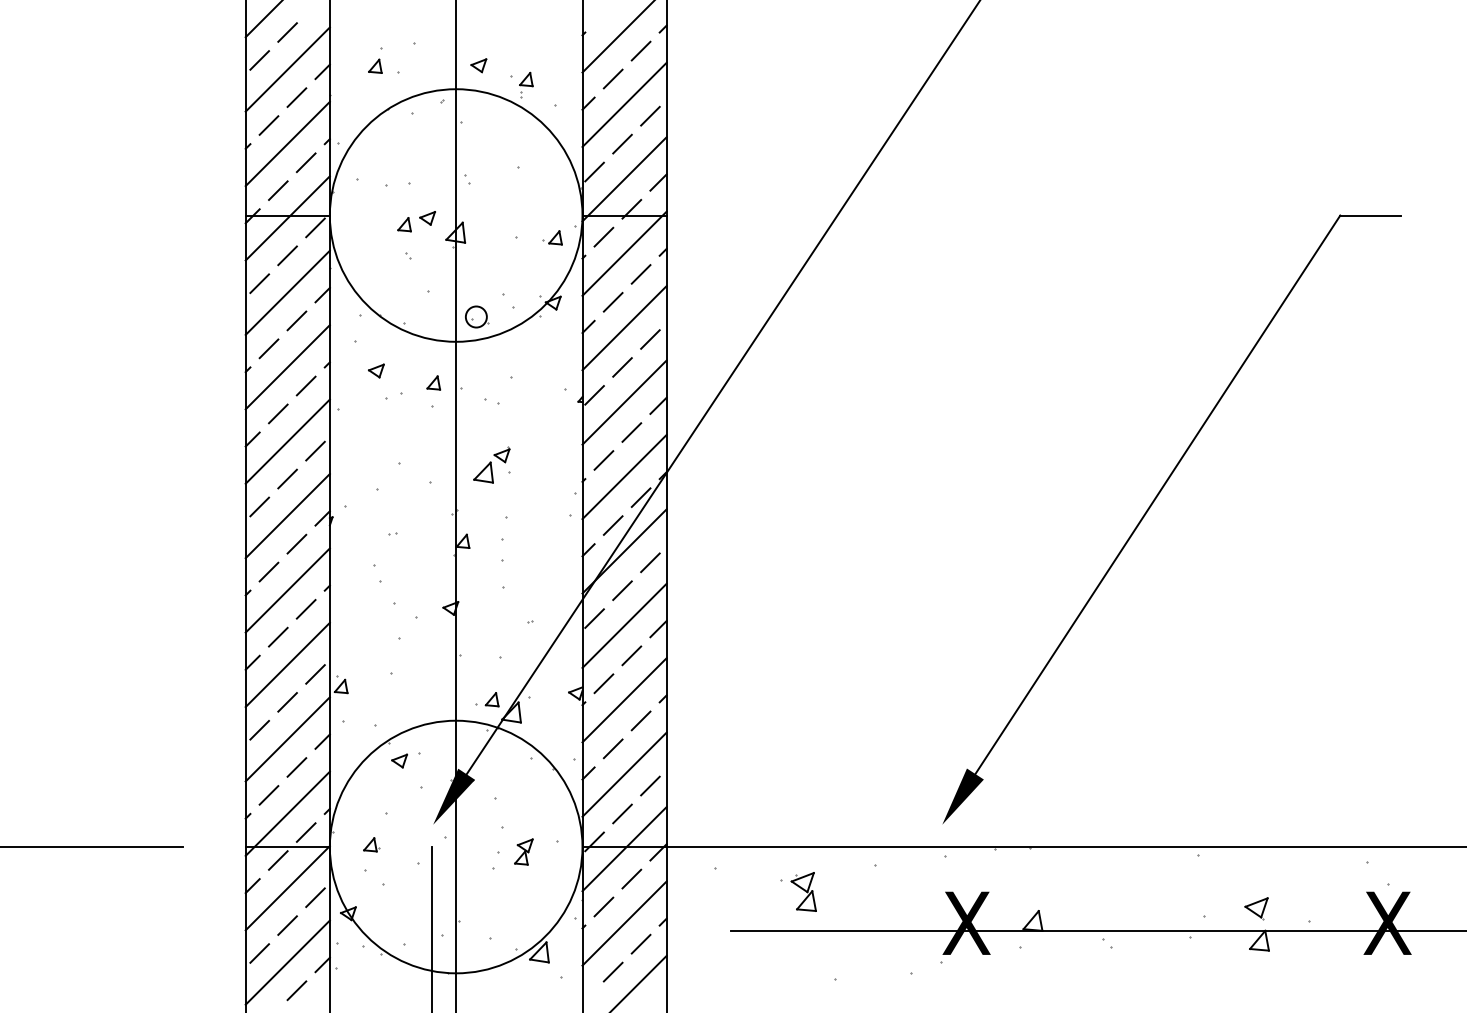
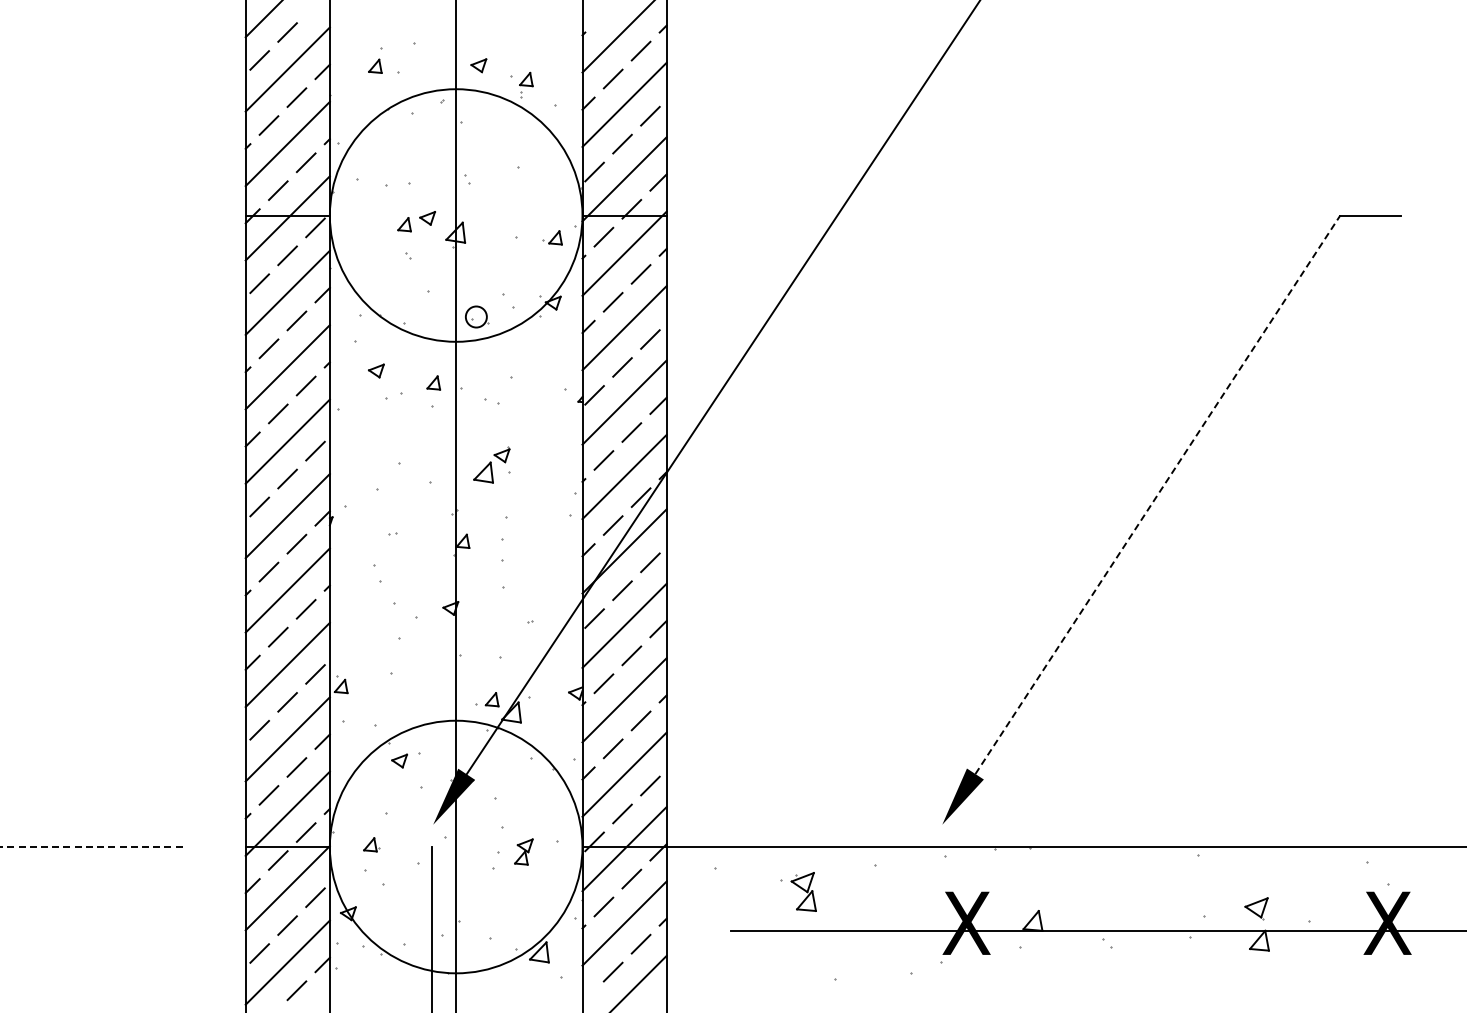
line at (1157, 494): solid -> dashed
line at (91, 847): solid -> dashed
